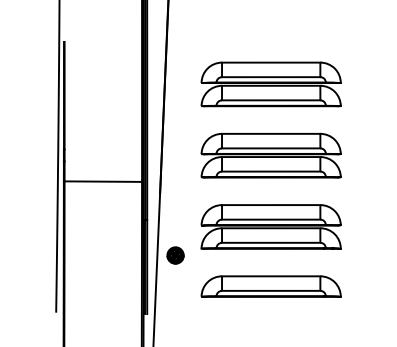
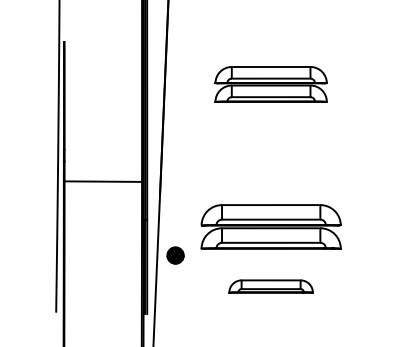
part at (270, 84) size: 142x47 px -> 114x37 px
part at (270, 155): present -> none
part at (270, 286) size: 142x23 px -> 86x15 px
